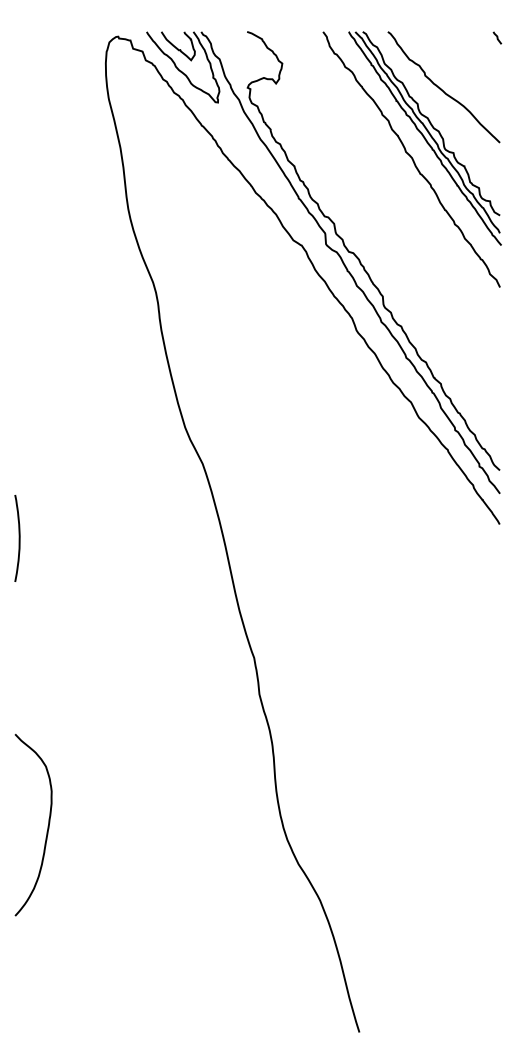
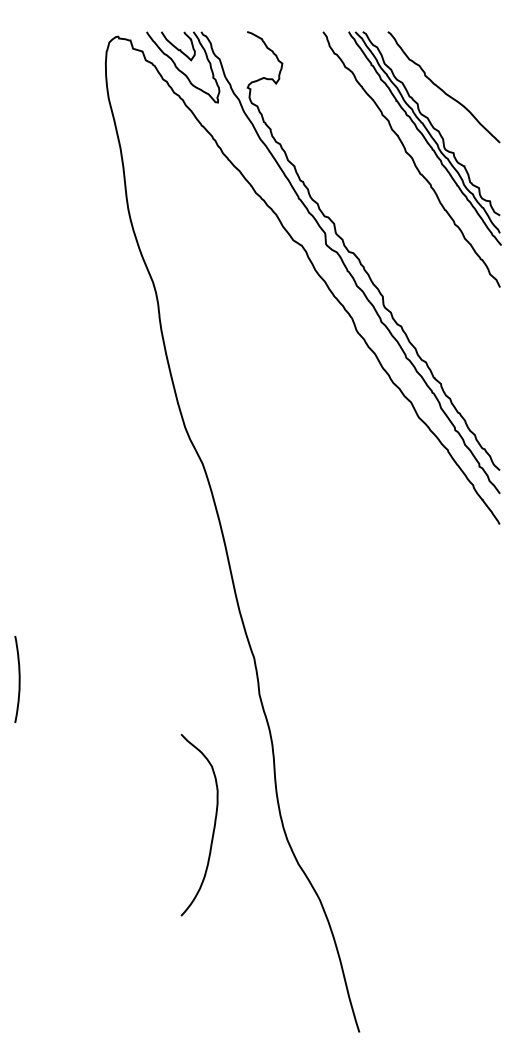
line at (497, 37): present -> none
curve at (18, 538) position: (18, 538) -> (18, 679)
curve at (47, 826) position: (47, 826) -> (213, 826)
